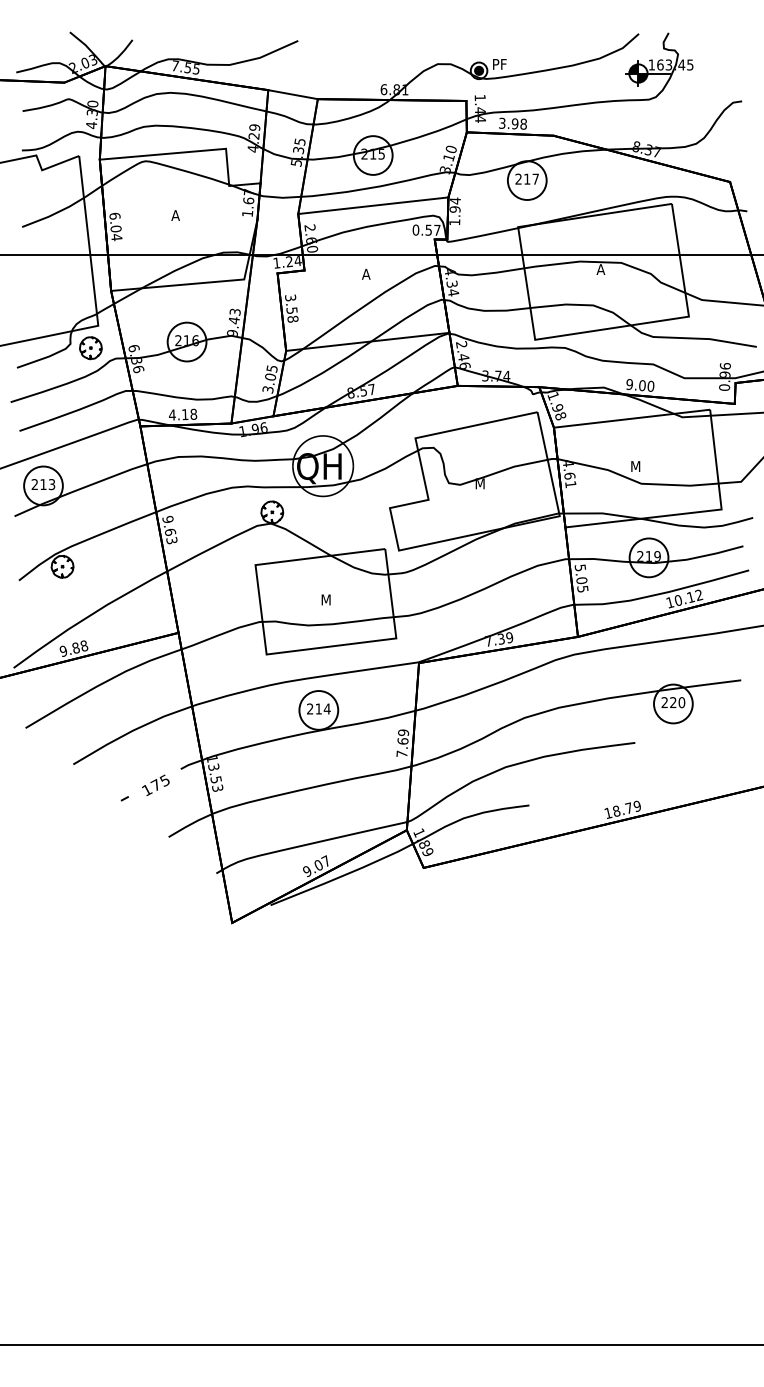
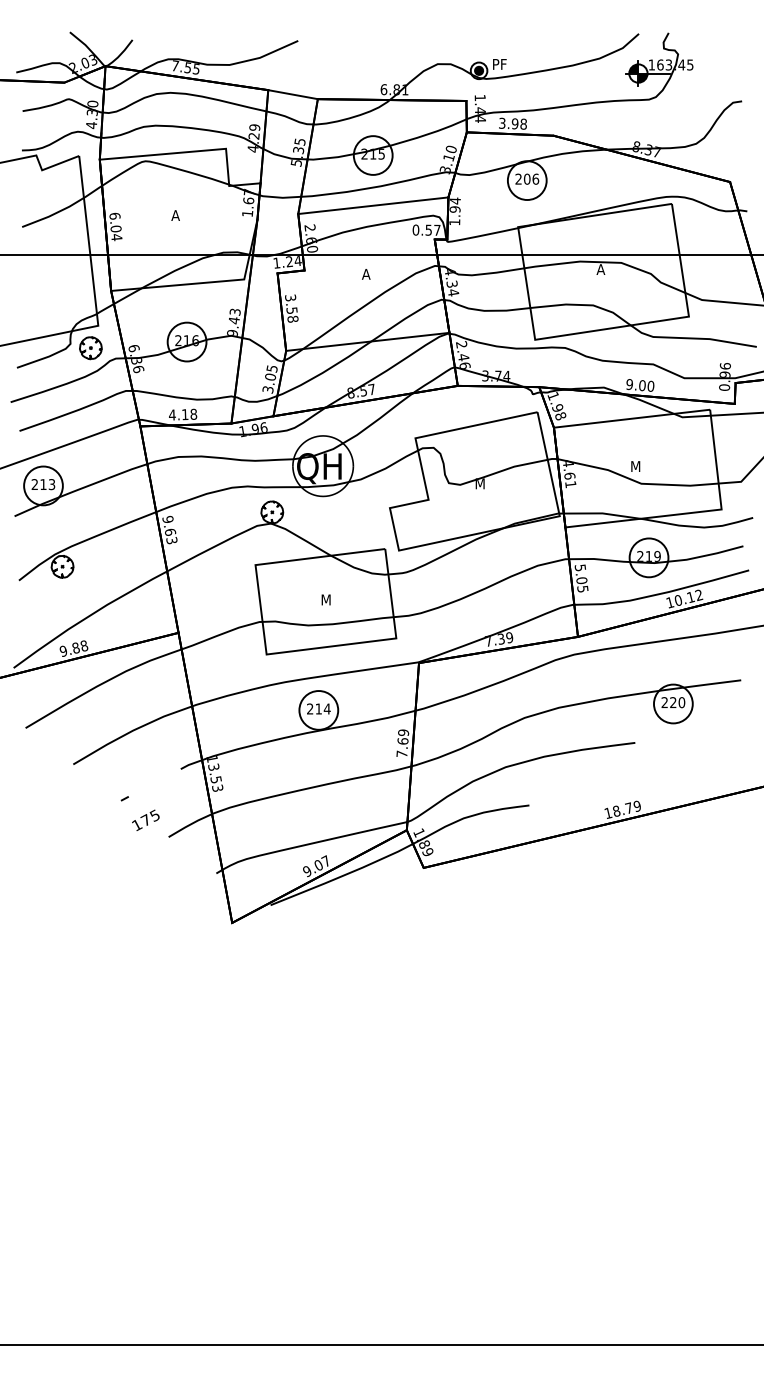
text at (531, 178): 217 -> 206
text at (155, 784) position: (155, 784) -> (145, 819)
